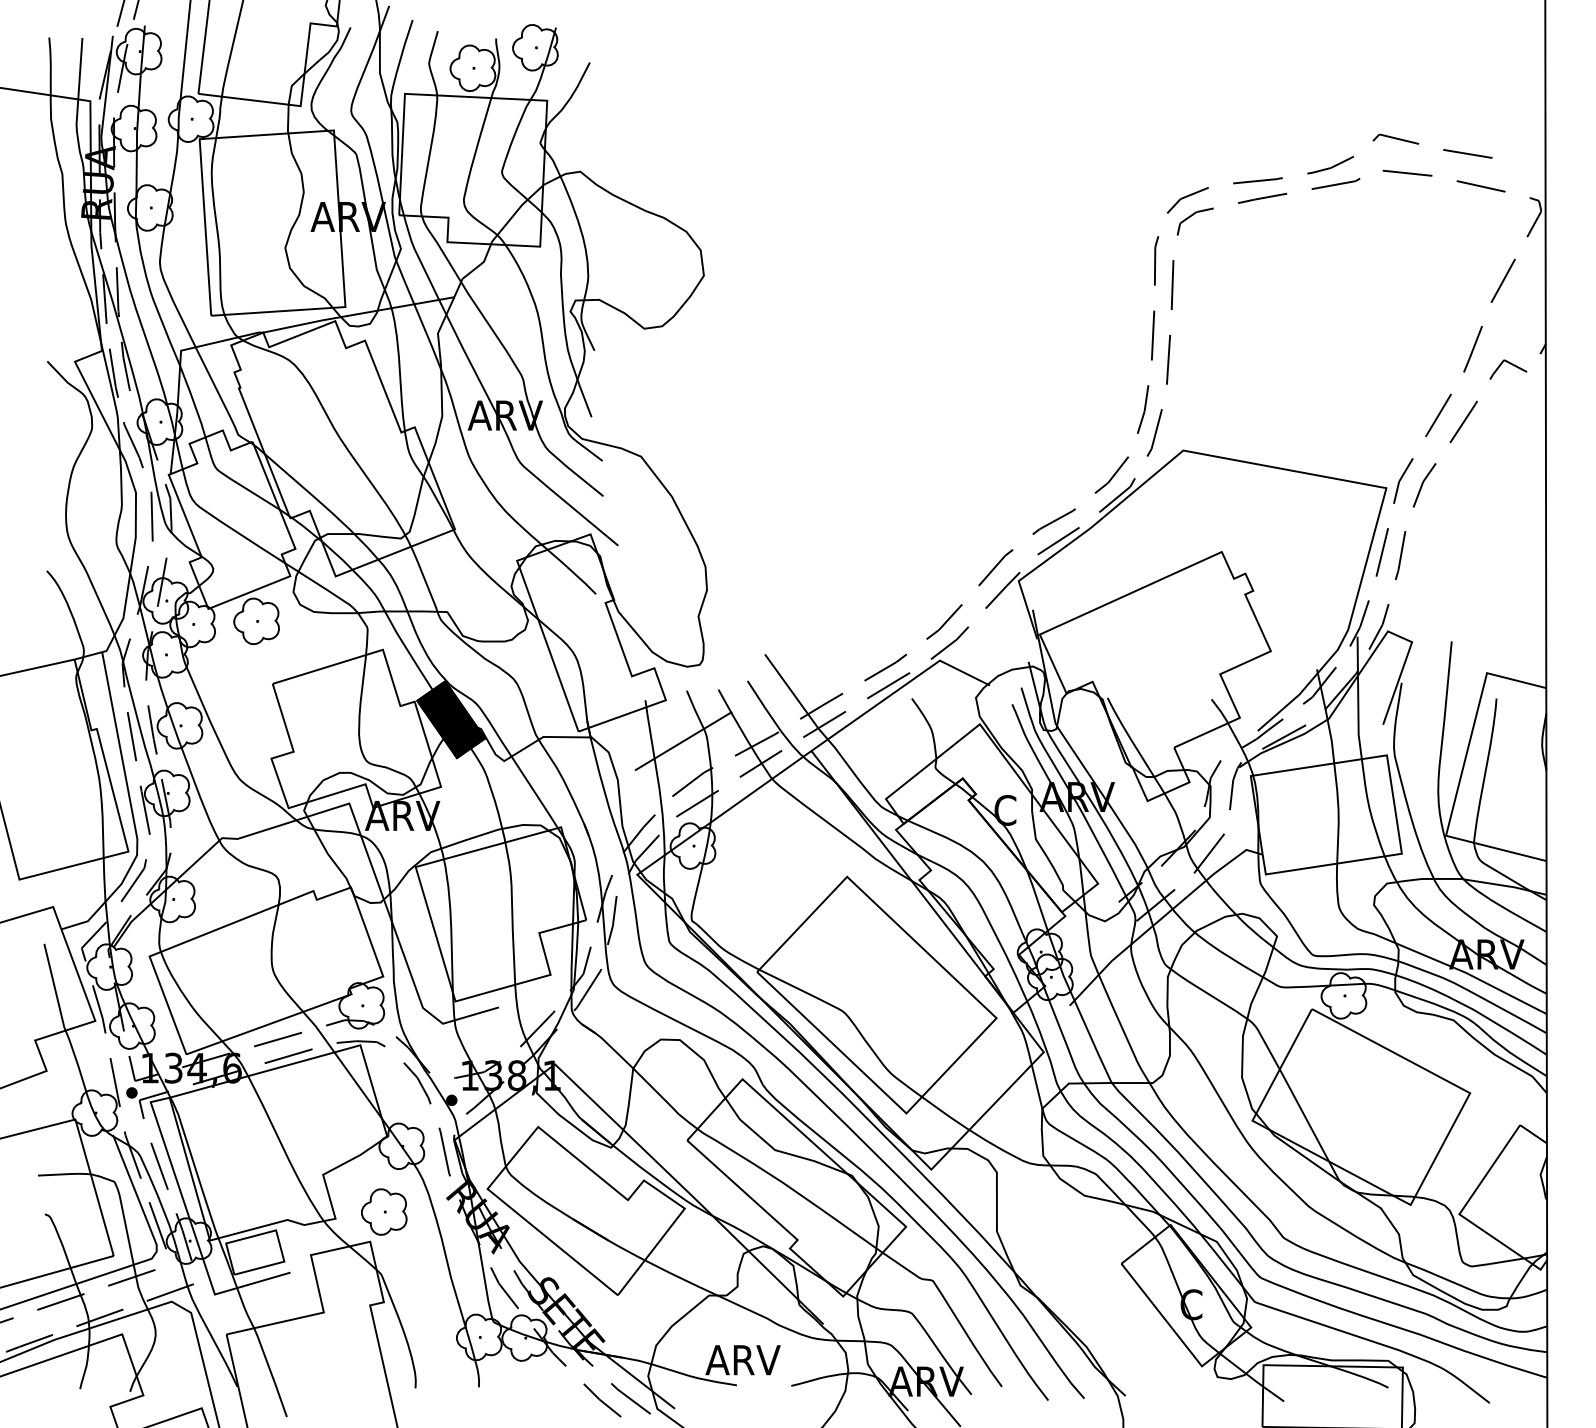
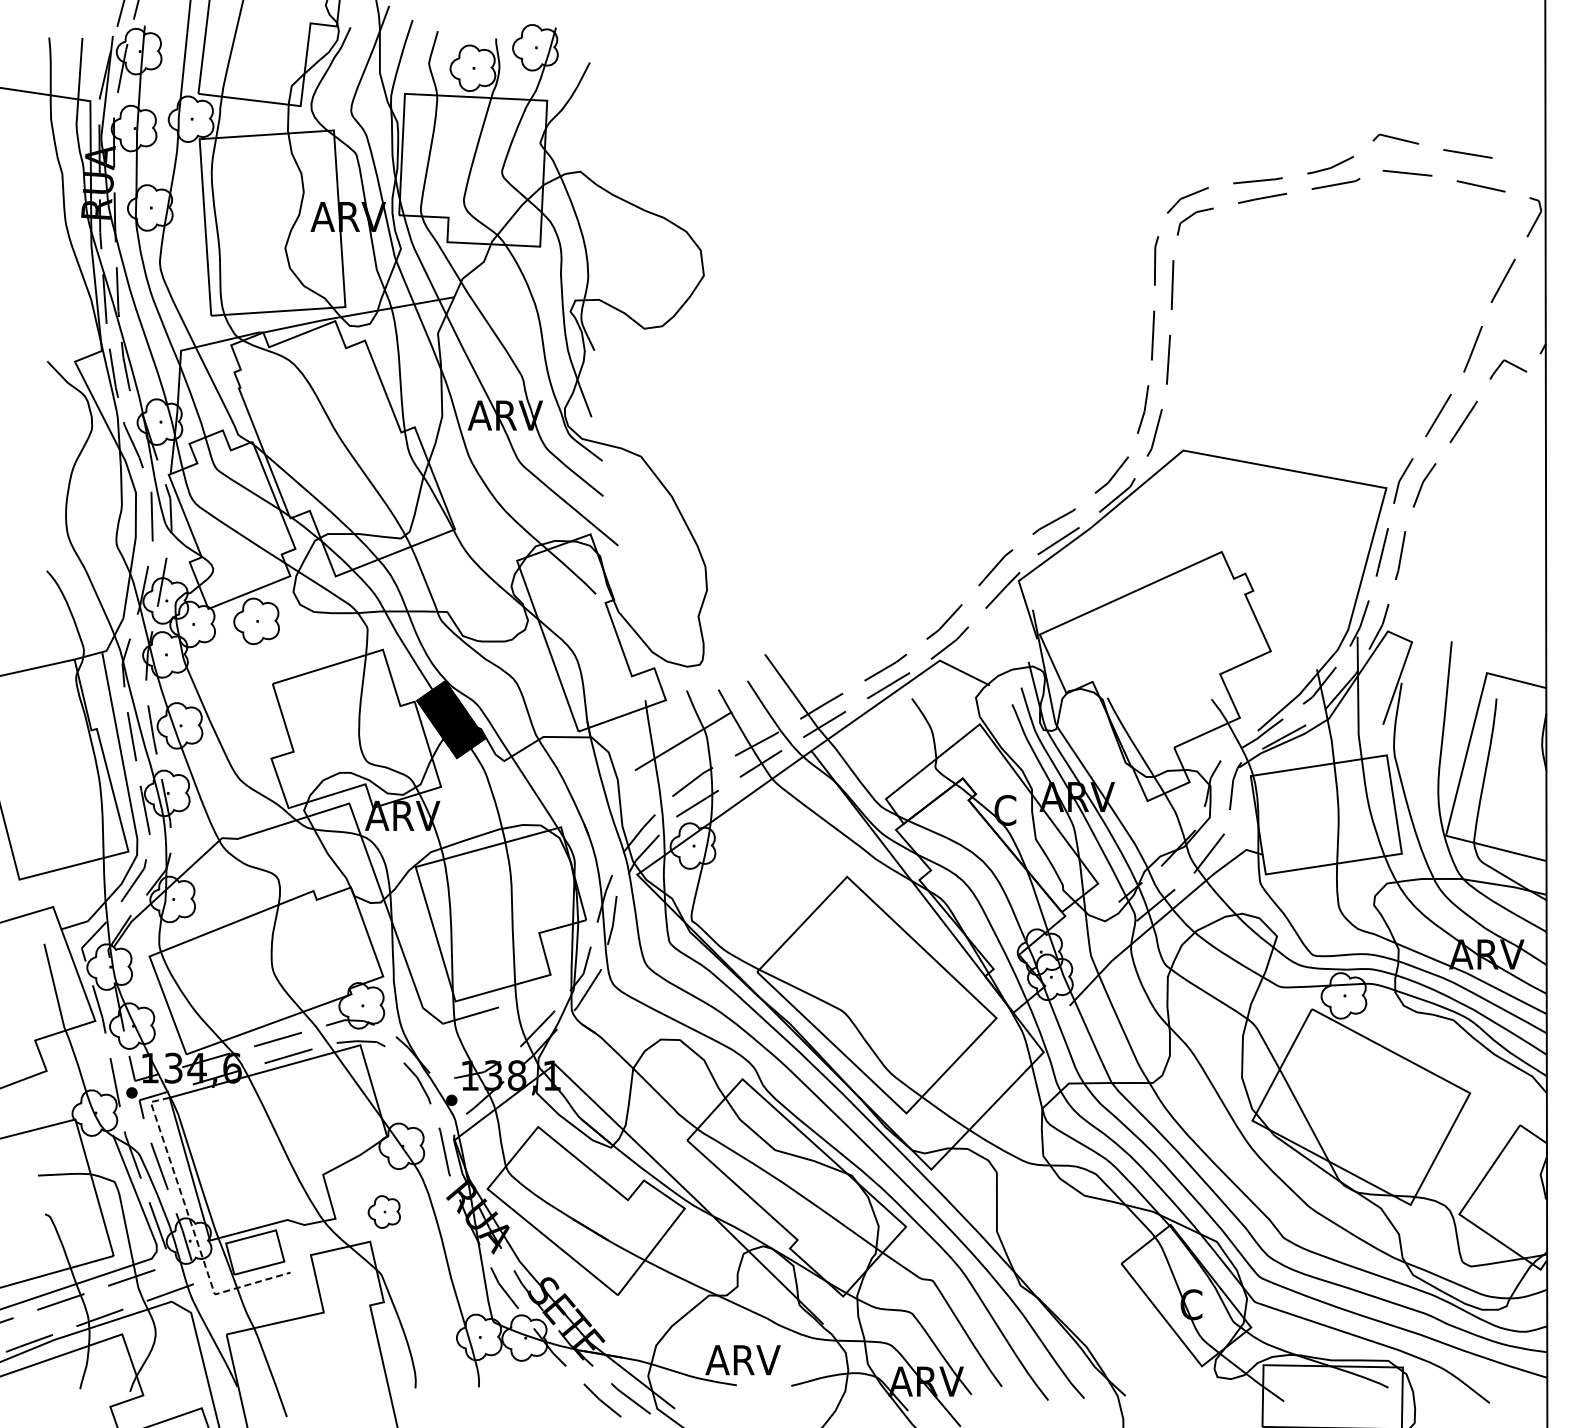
part at (384, 1211) size: 47x48 px -> 34x34 px
line at (192, 1226): solid -> dashed
